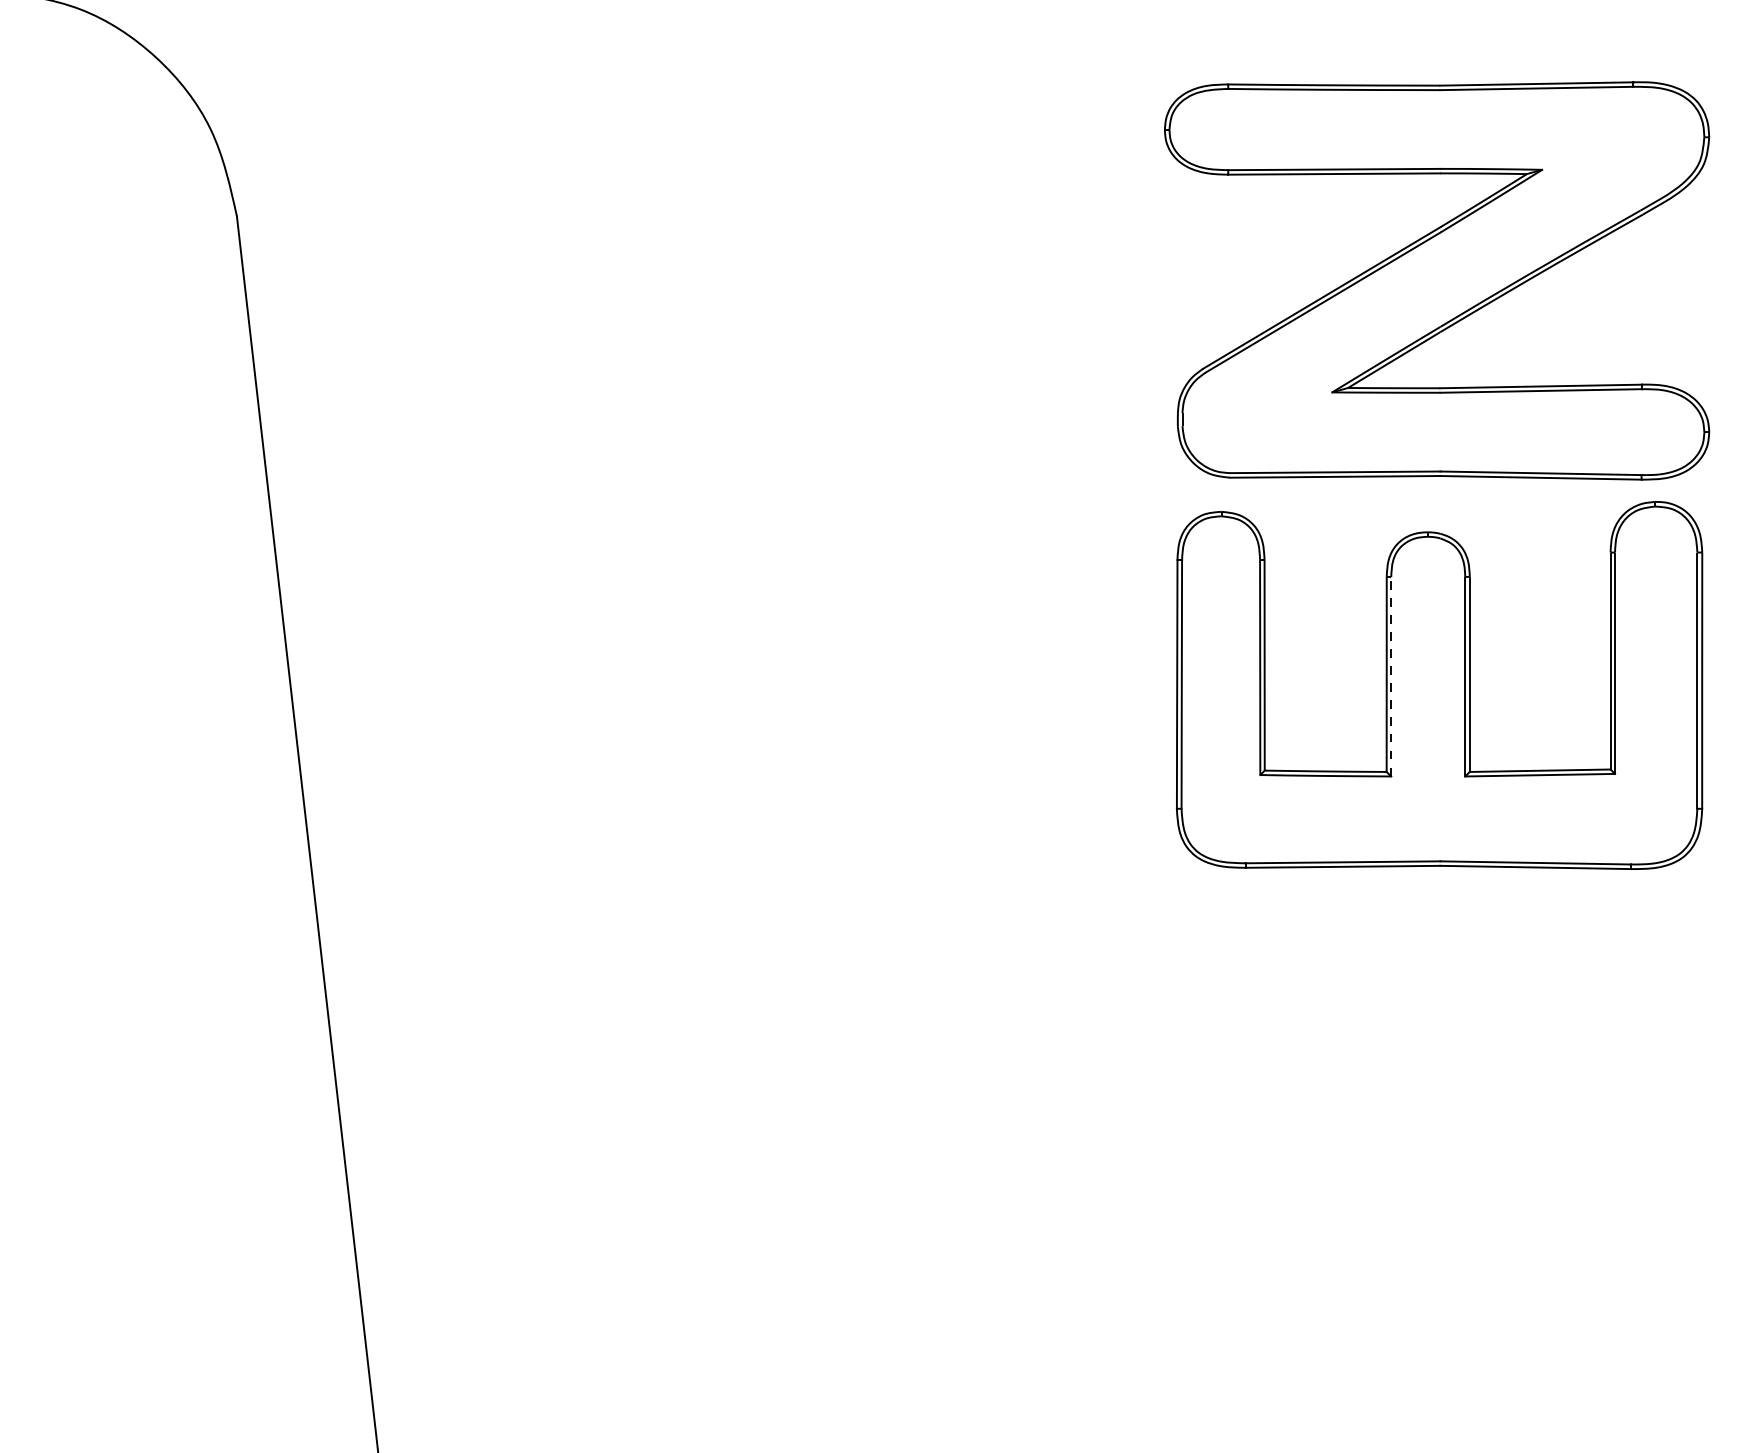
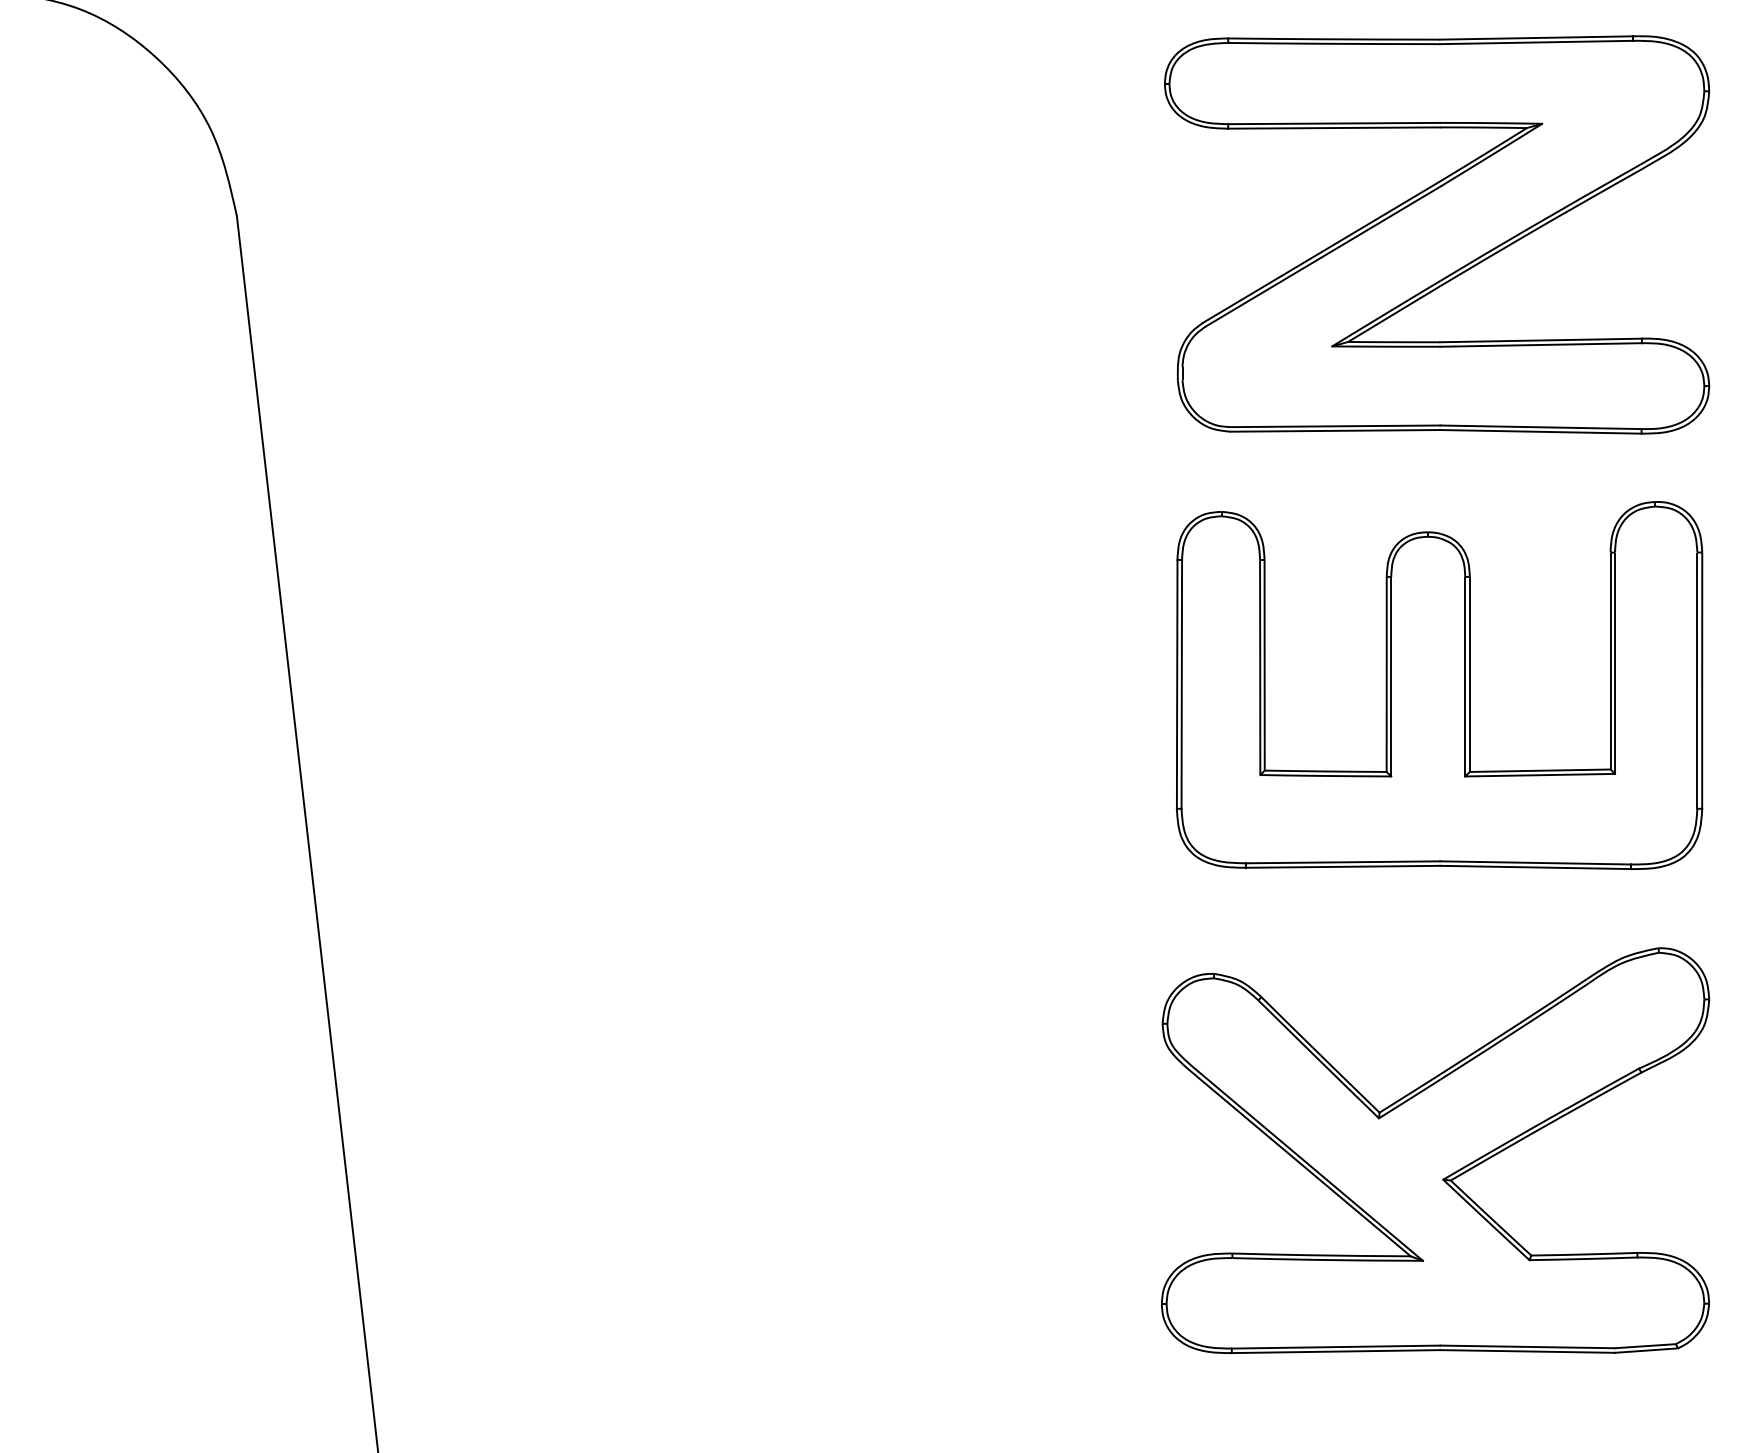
part at (1437, 280) position: (1437, 280) -> (1437, 234)
line at (1391, 675): dashed -> solid
part at (1435, 1150): none -> present
